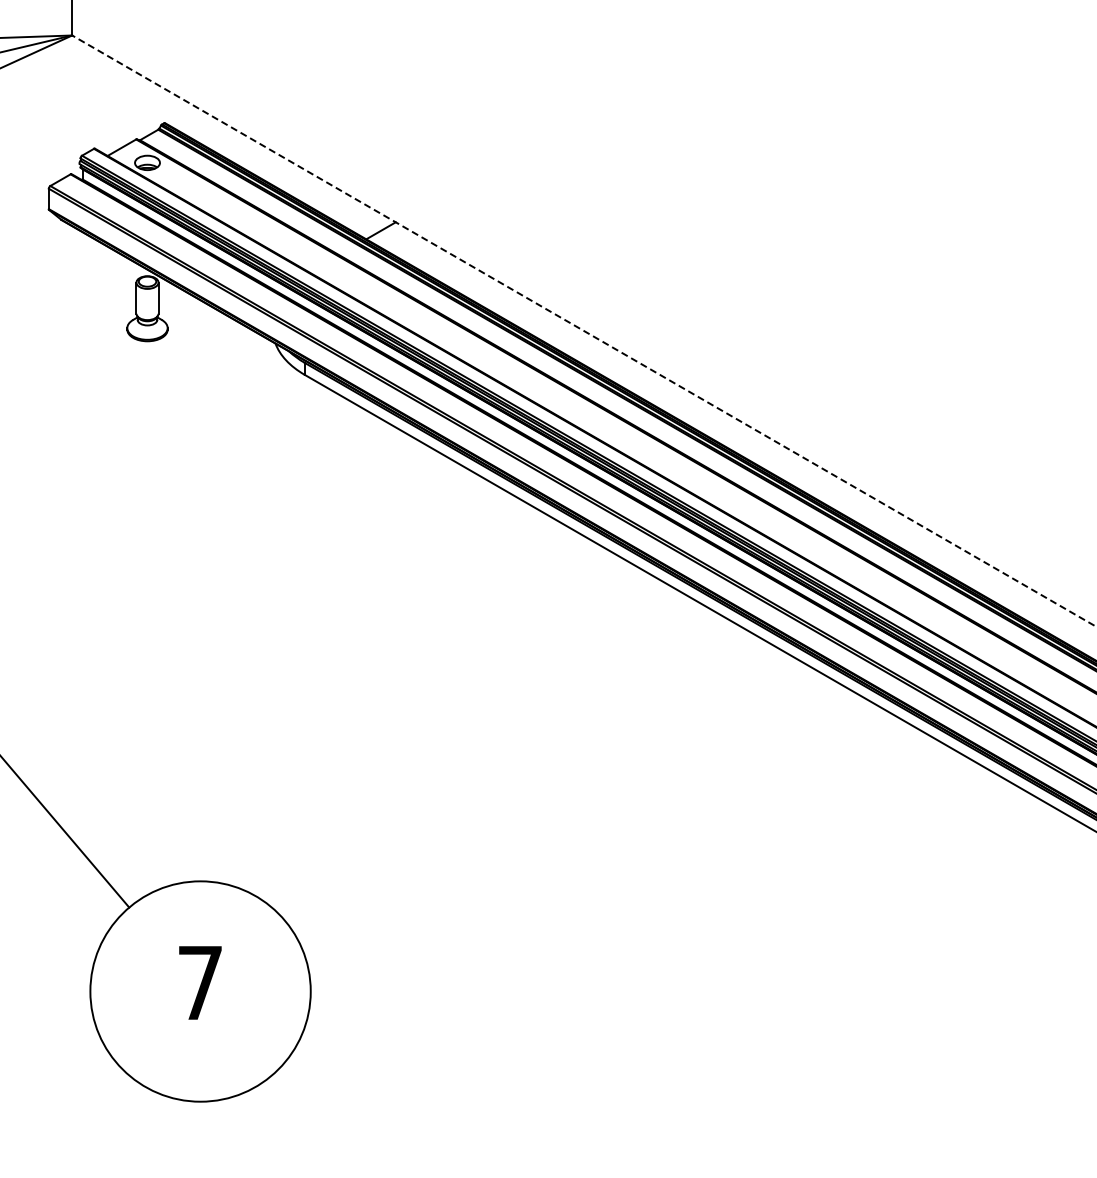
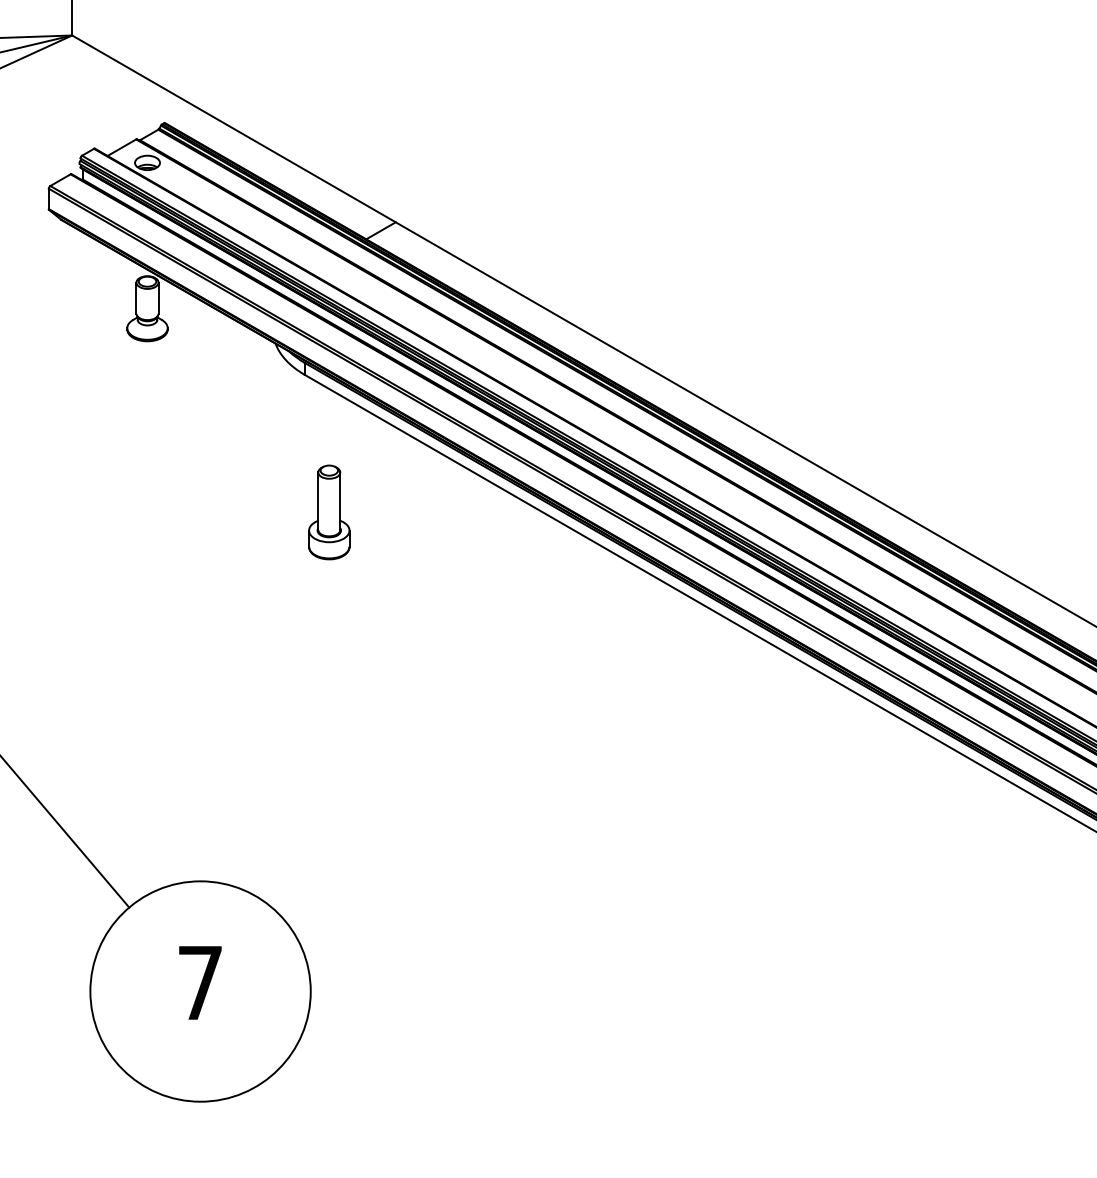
line at (583, 330): dashed -> solid
part at (329, 512): none -> present
